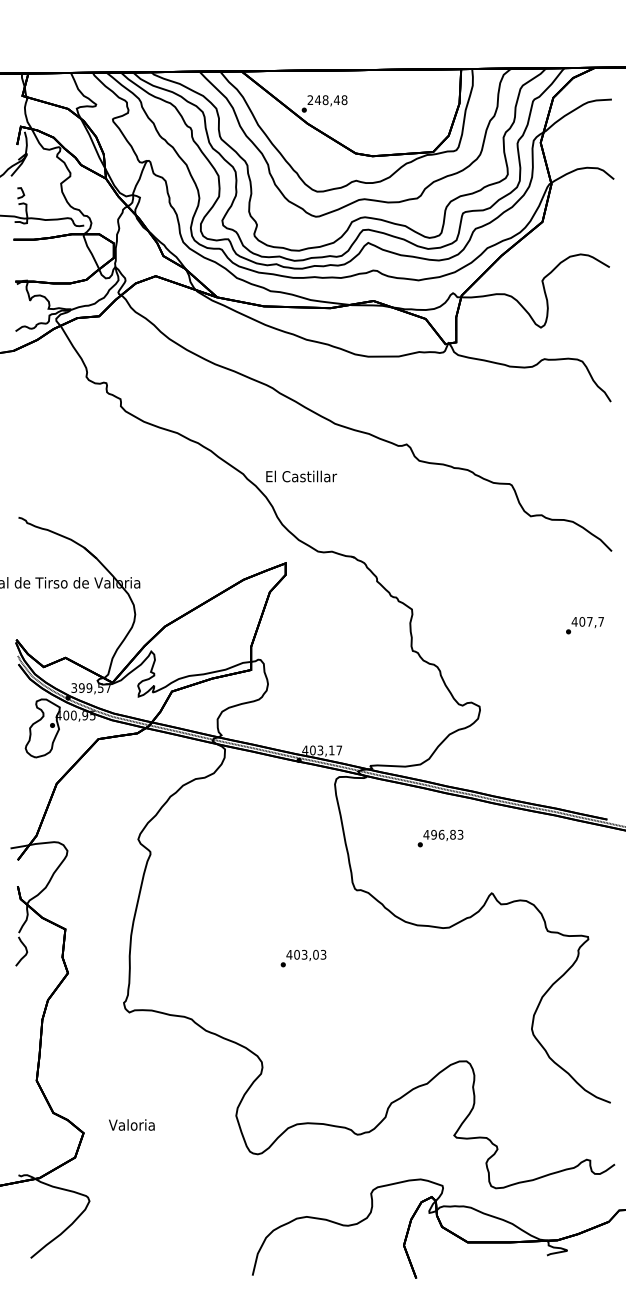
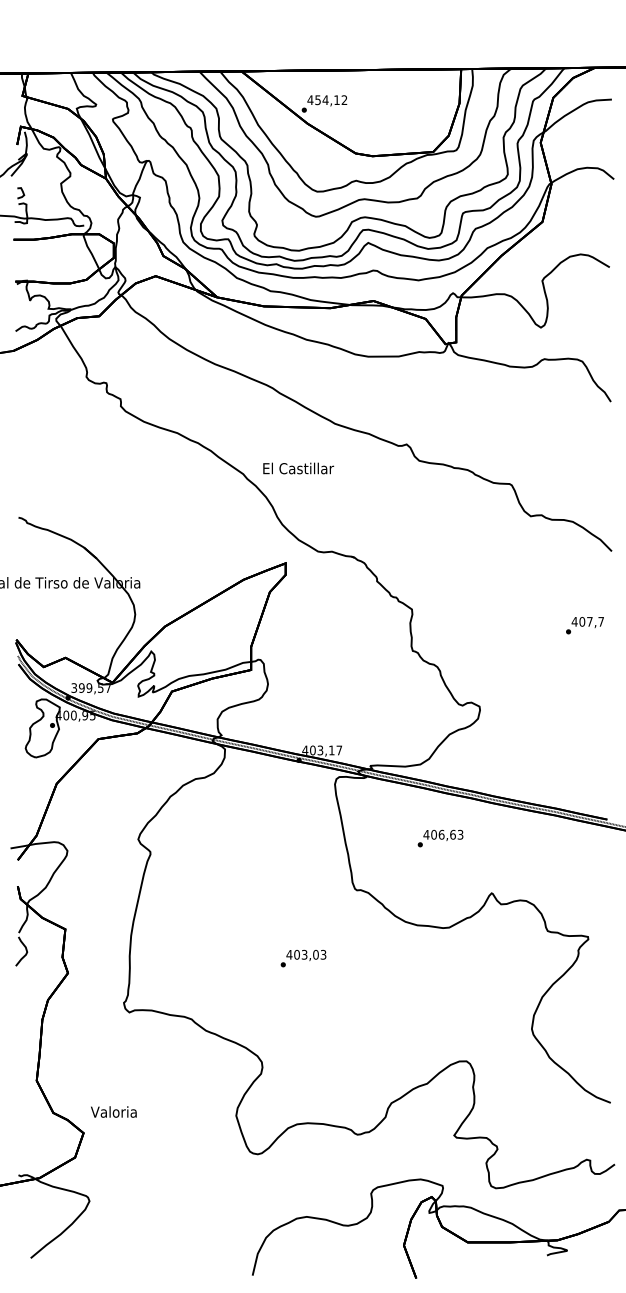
text at (327, 100): 248,48 -> 454,12
text at (301, 476) position: (301, 476) -> (298, 468)
text at (443, 834): 496,83 -> 406,63
text at (131, 1124) position: (131, 1124) -> (113, 1111)
